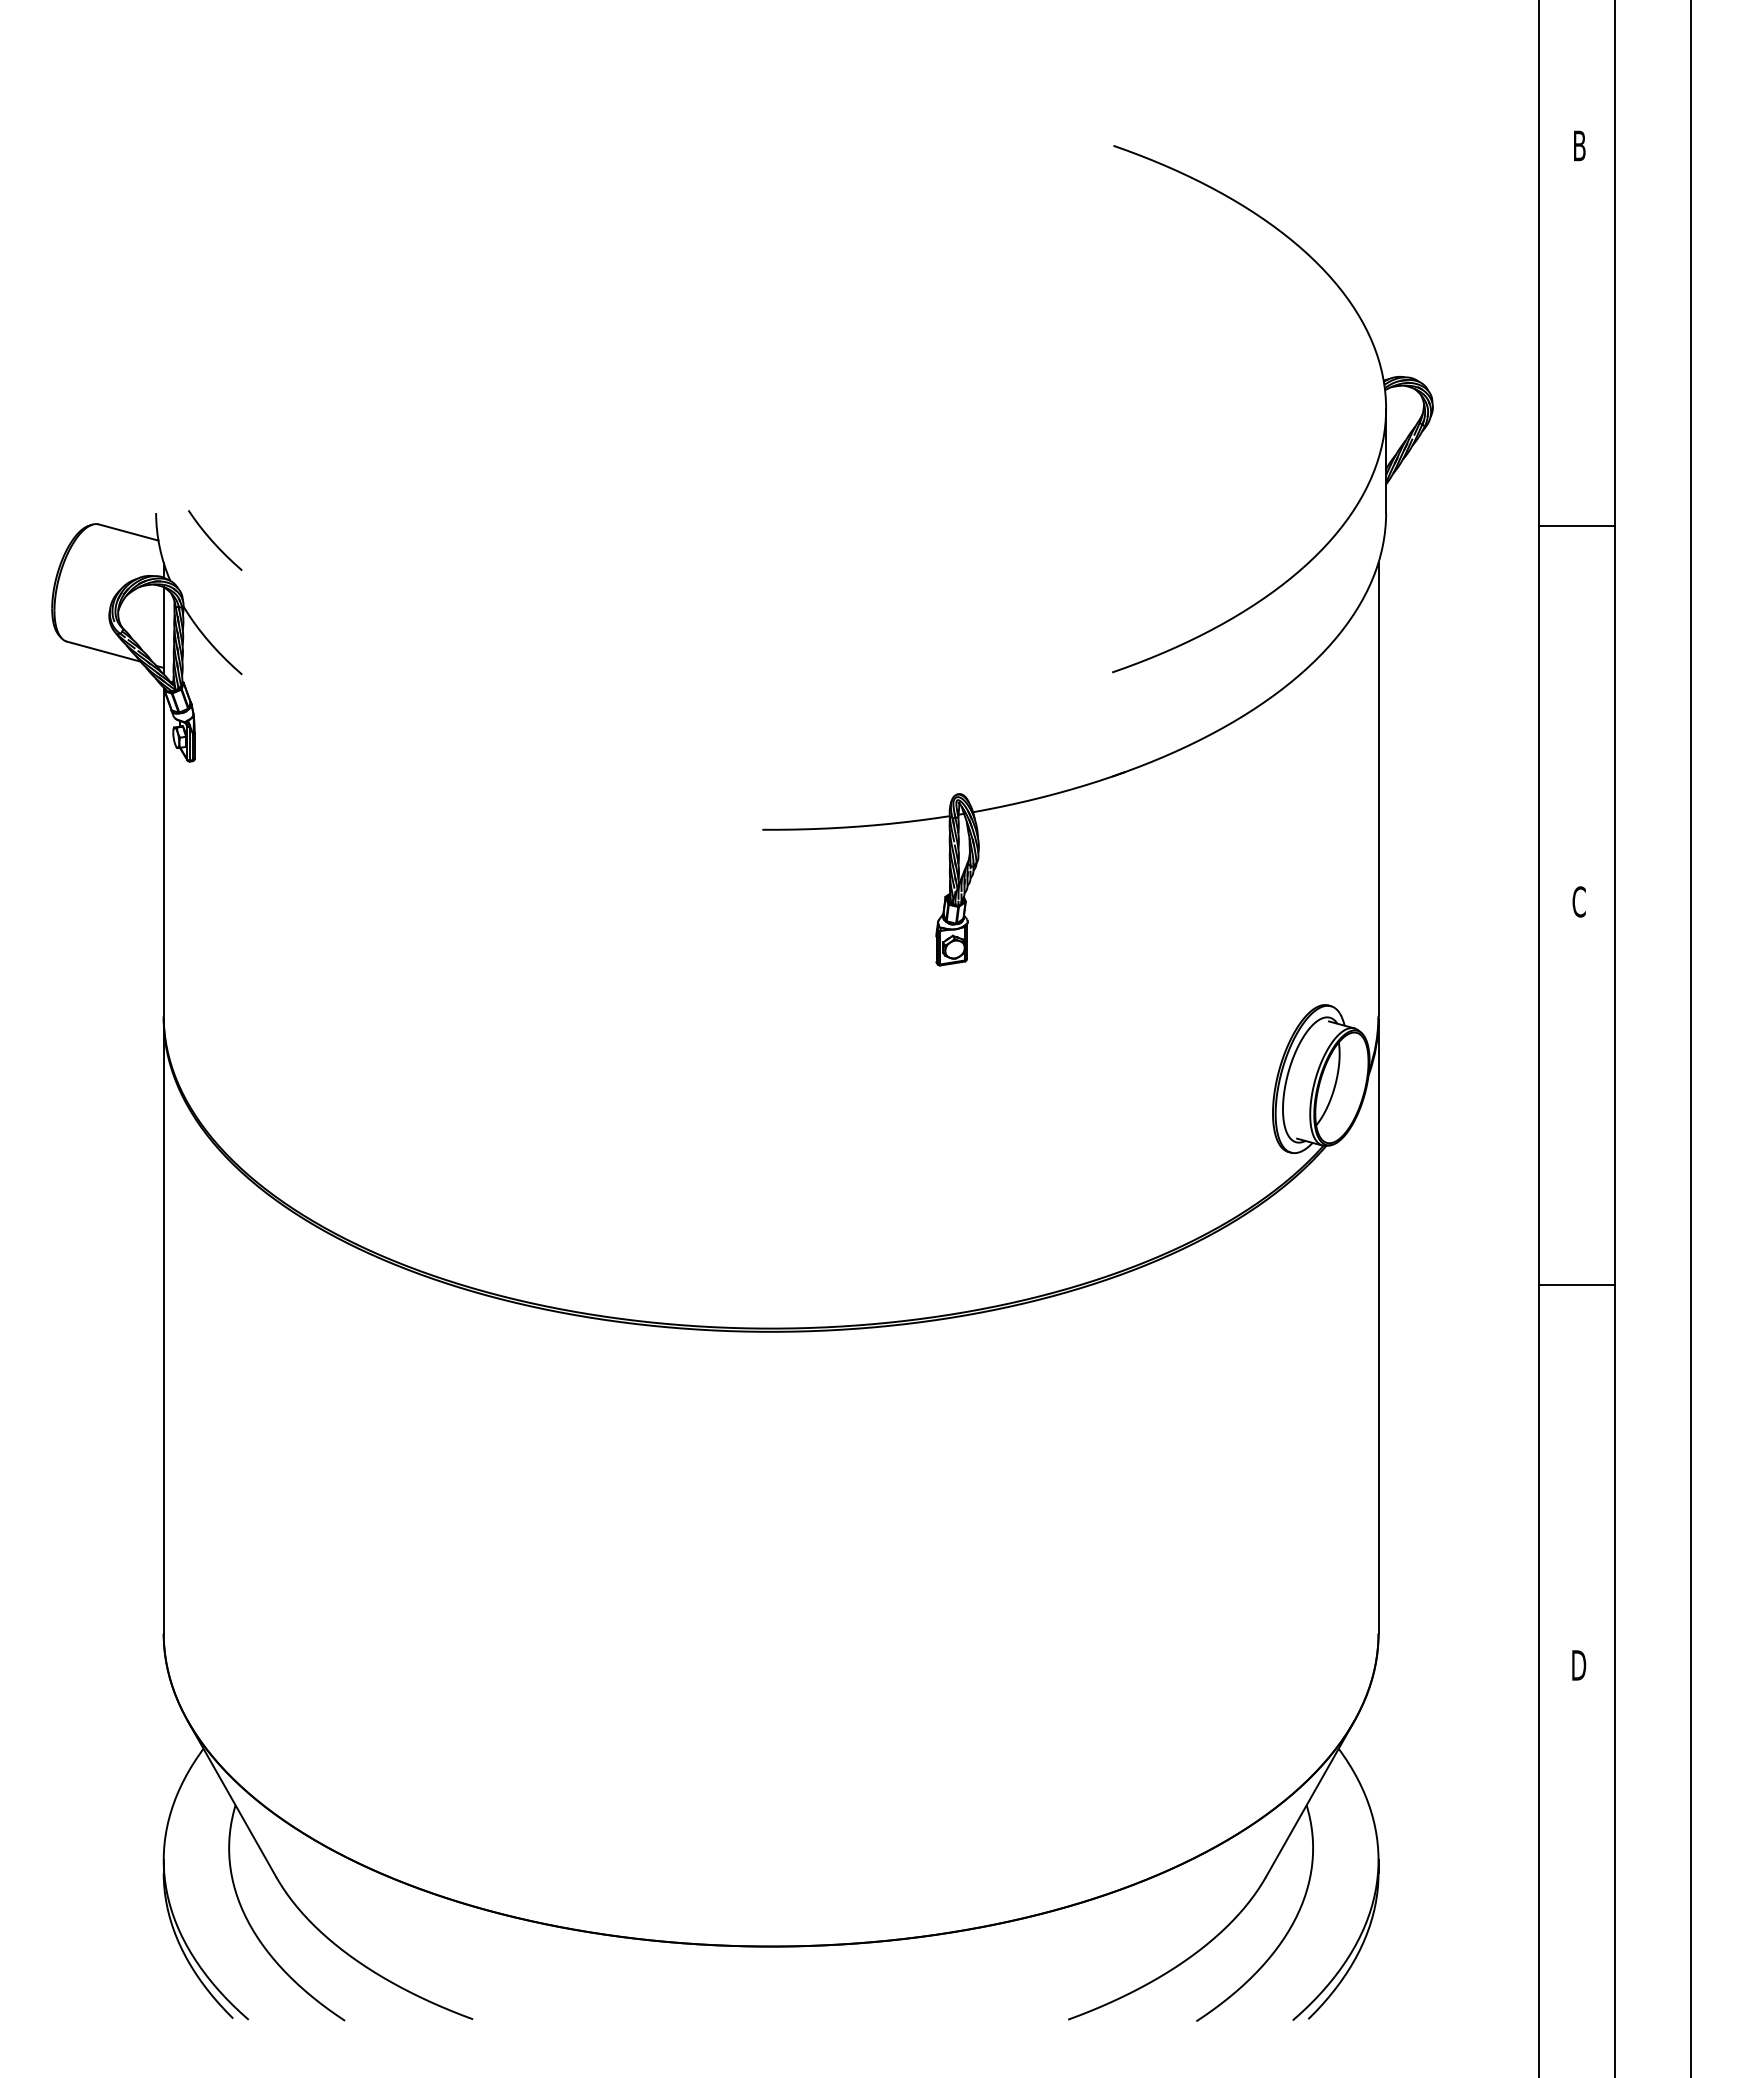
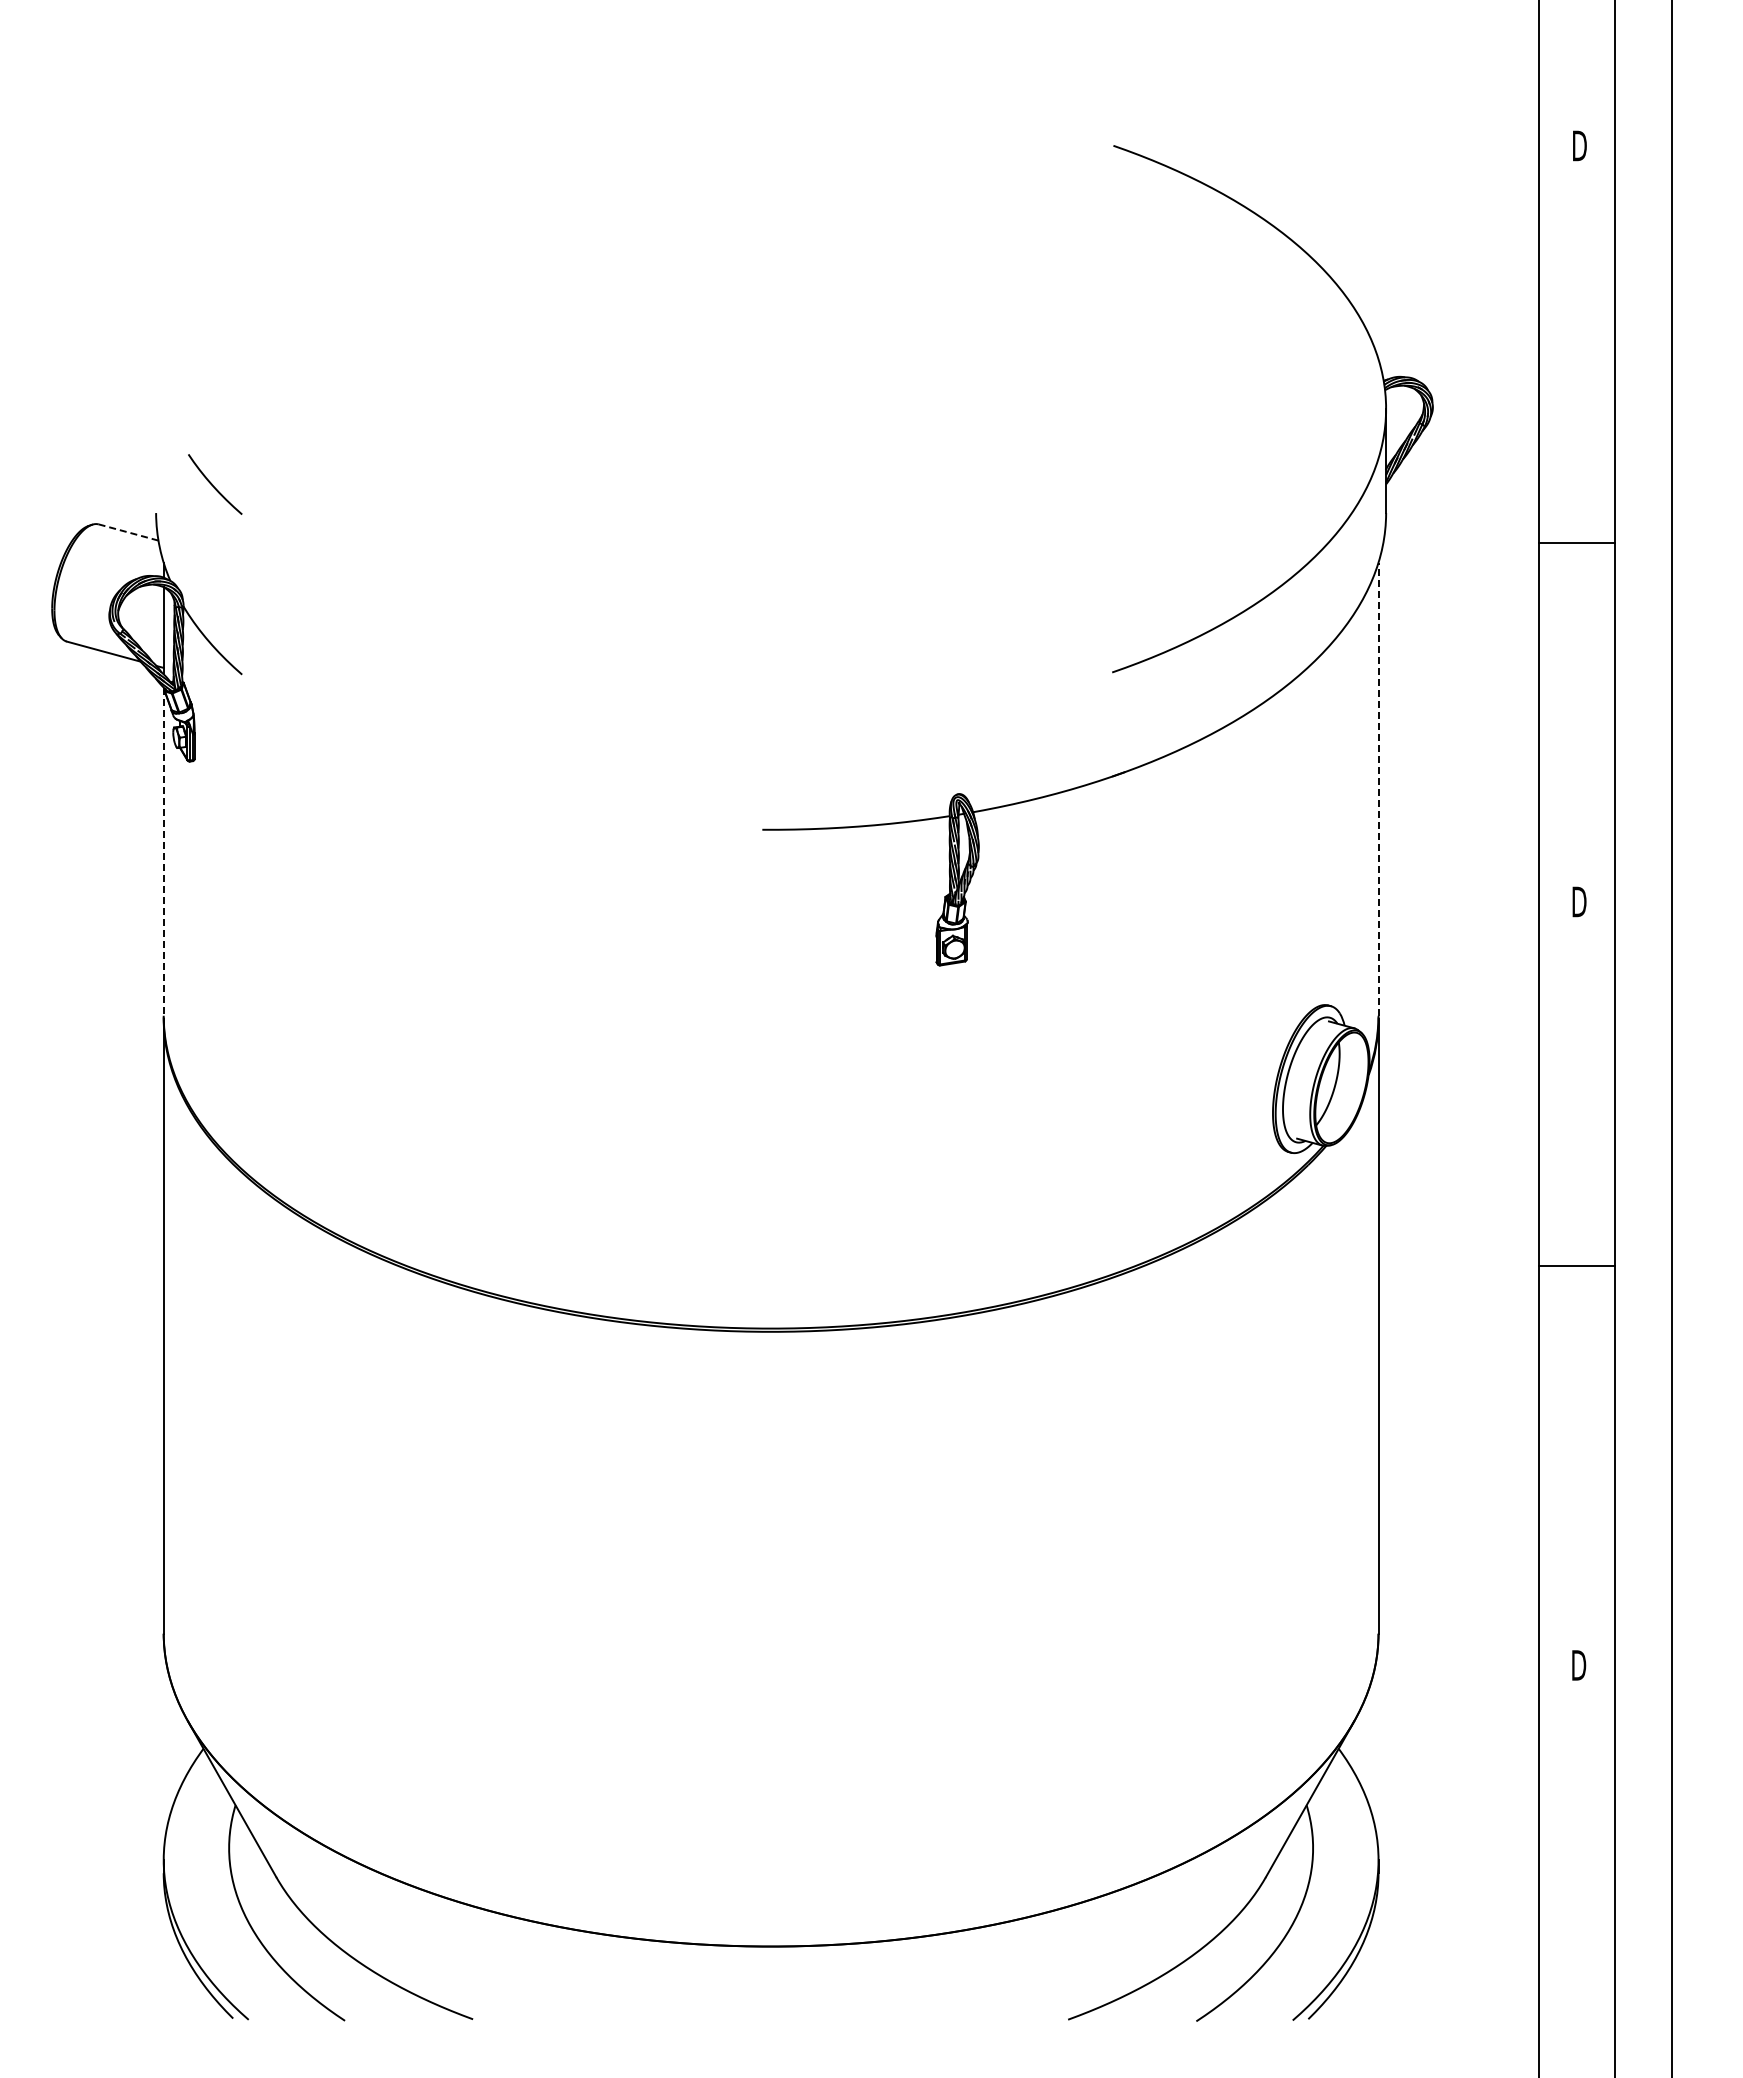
text at (1579, 145): B -> D
line at (1576, 525) position: (1576, 525) -> (1576, 542)
line at (128, 532): solid -> dashed
curve at (213, 541) position: (213, 541) -> (213, 485)
line at (1378, 789): solid -> dashed
line at (163, 852): solid -> dashed
text at (1579, 901): C -> D
line at (1690, 1038) position: (1690, 1038) -> (1671, 1038)
line at (1576, 1285) position: (1576, 1285) -> (1576, 1266)
